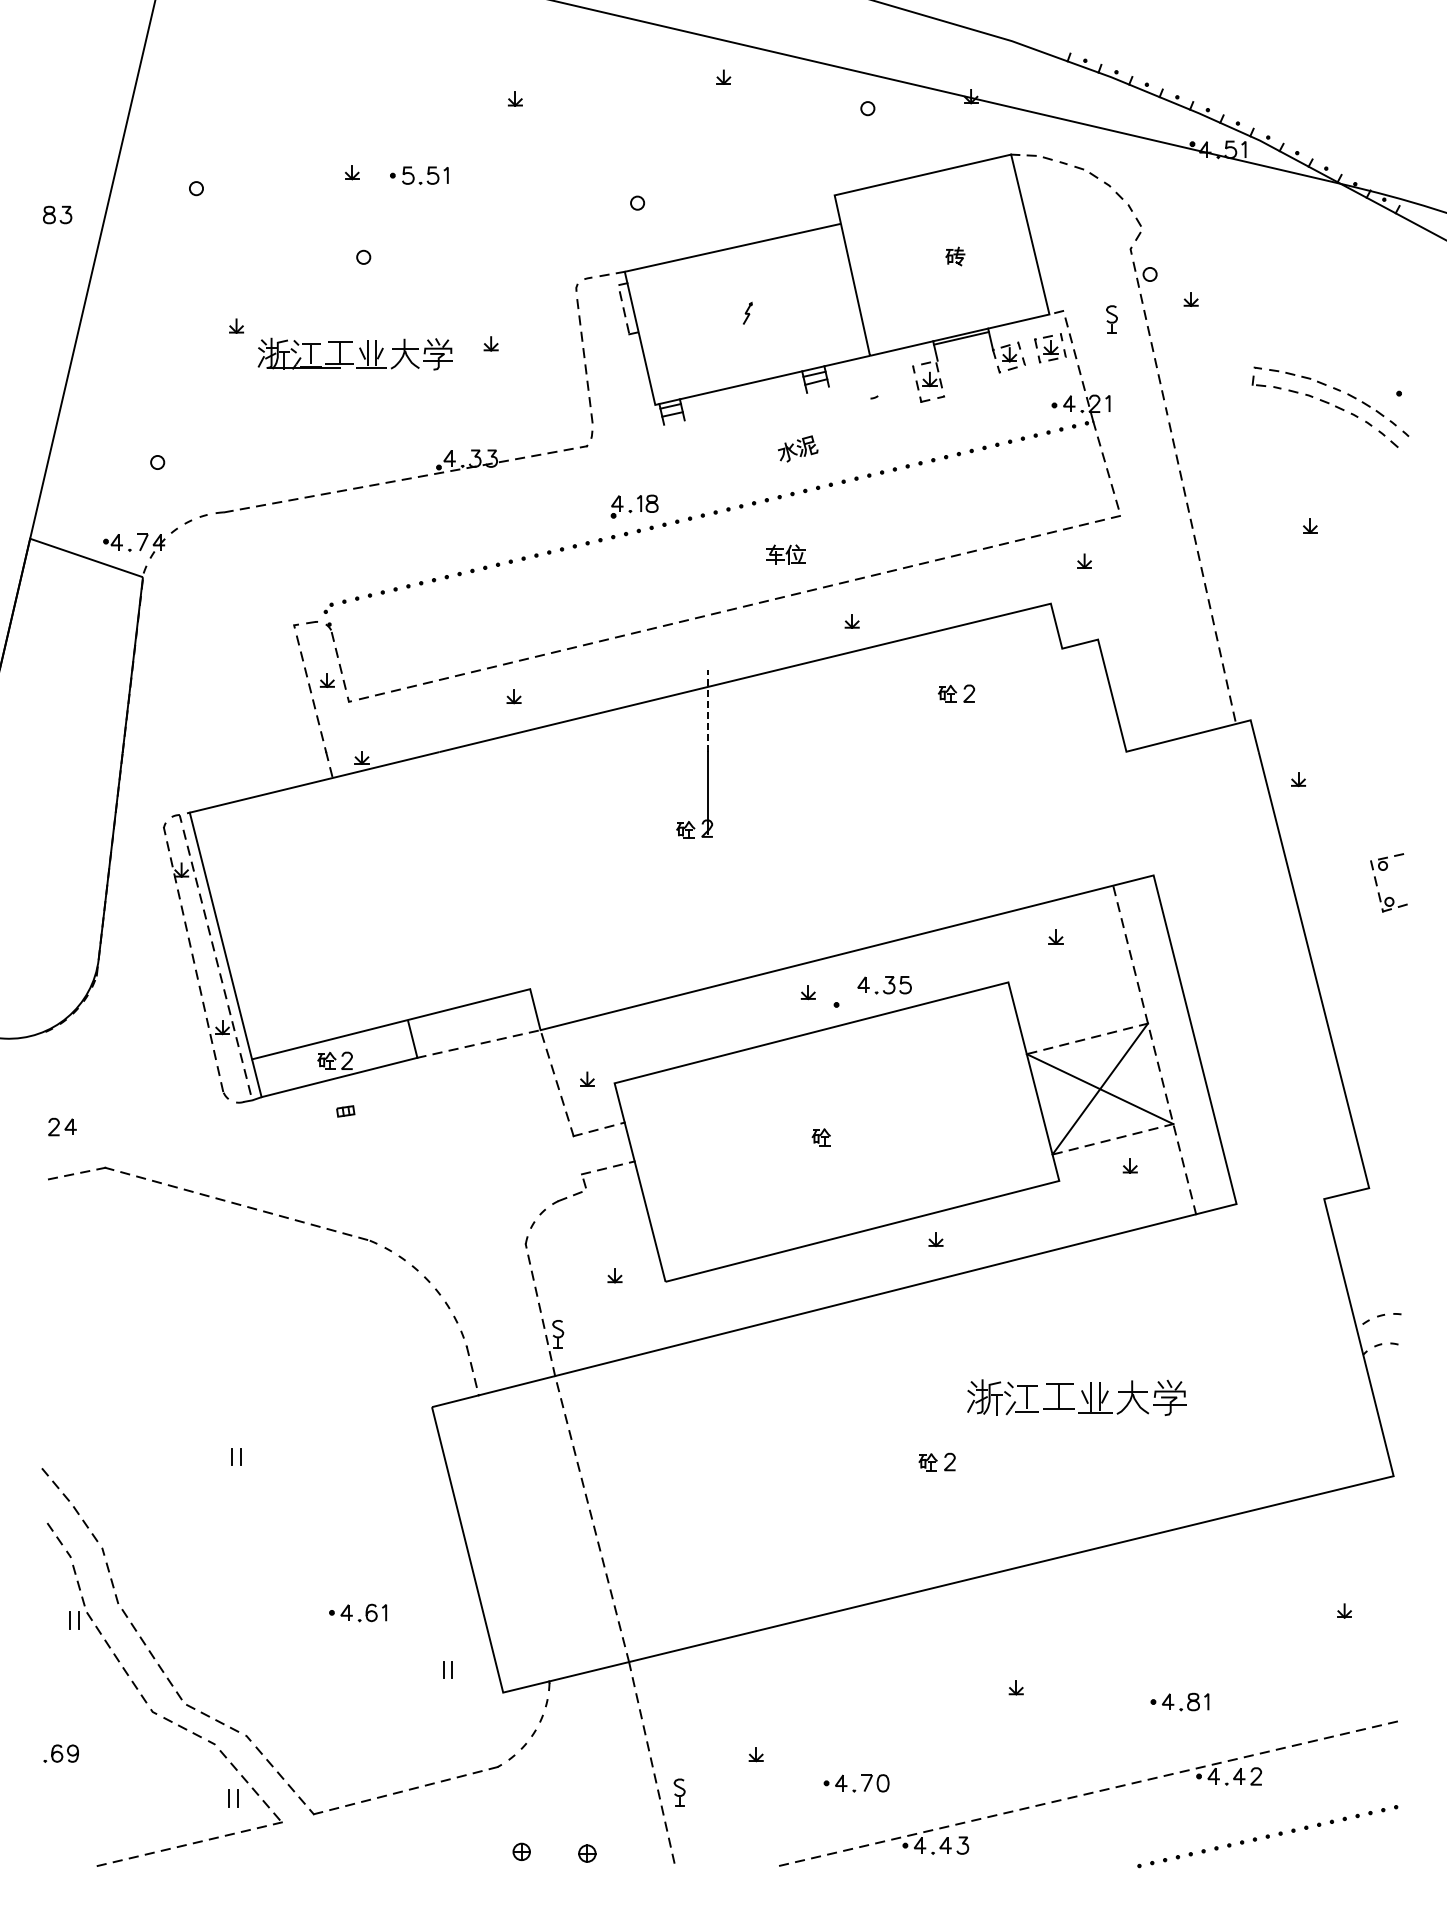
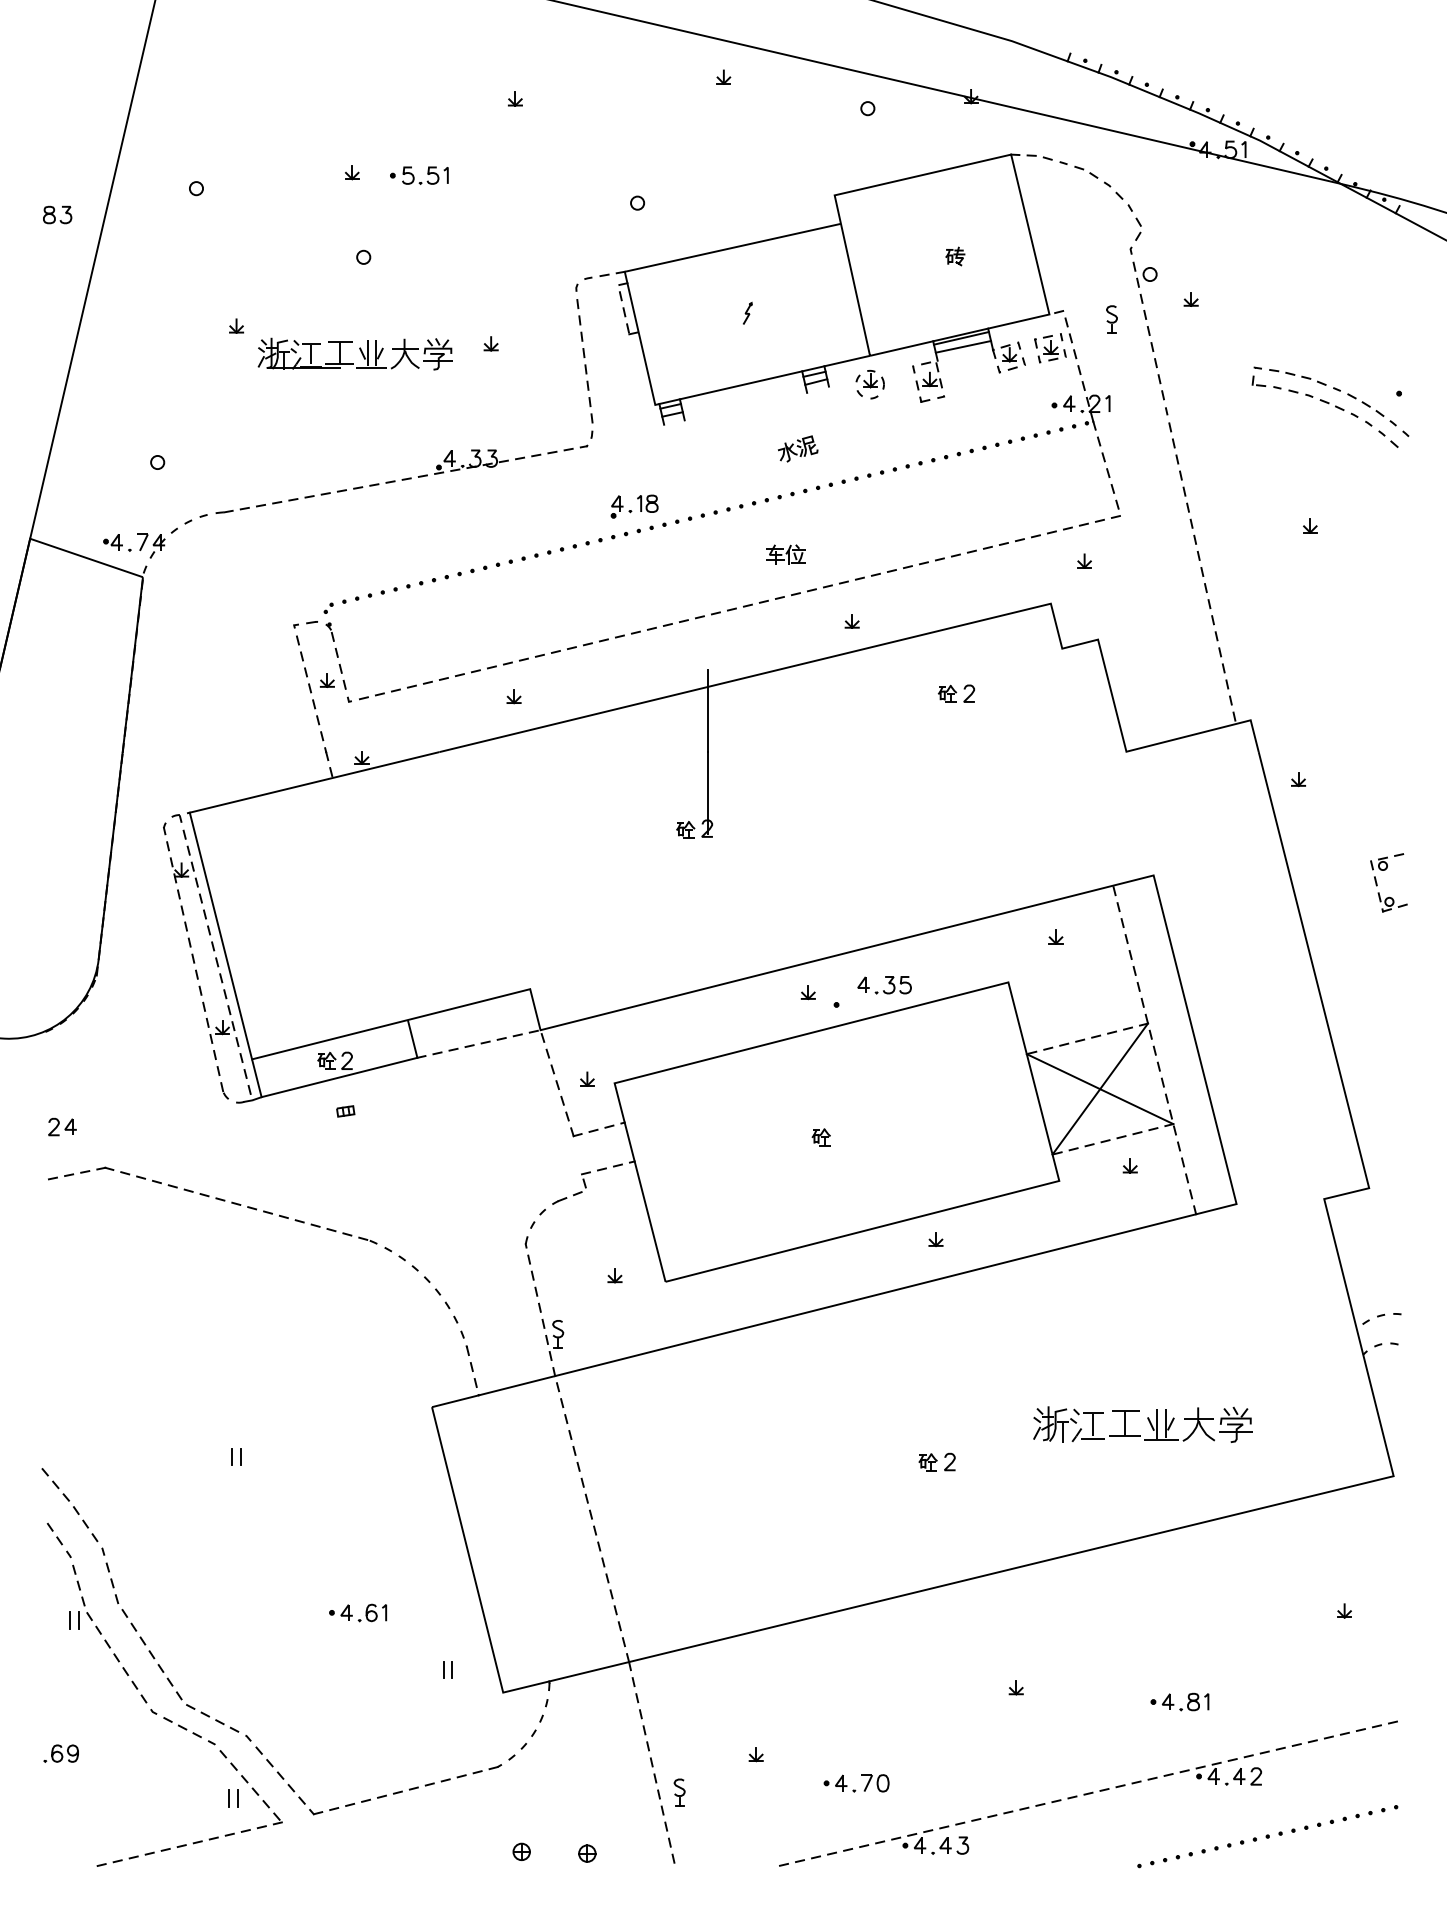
line at (963, 346): none -> present
part at (869, 383): none -> present
line at (708, 710): dashed -> solid
part at (1082, 1394) position: (1082, 1394) -> (1148, 1421)
